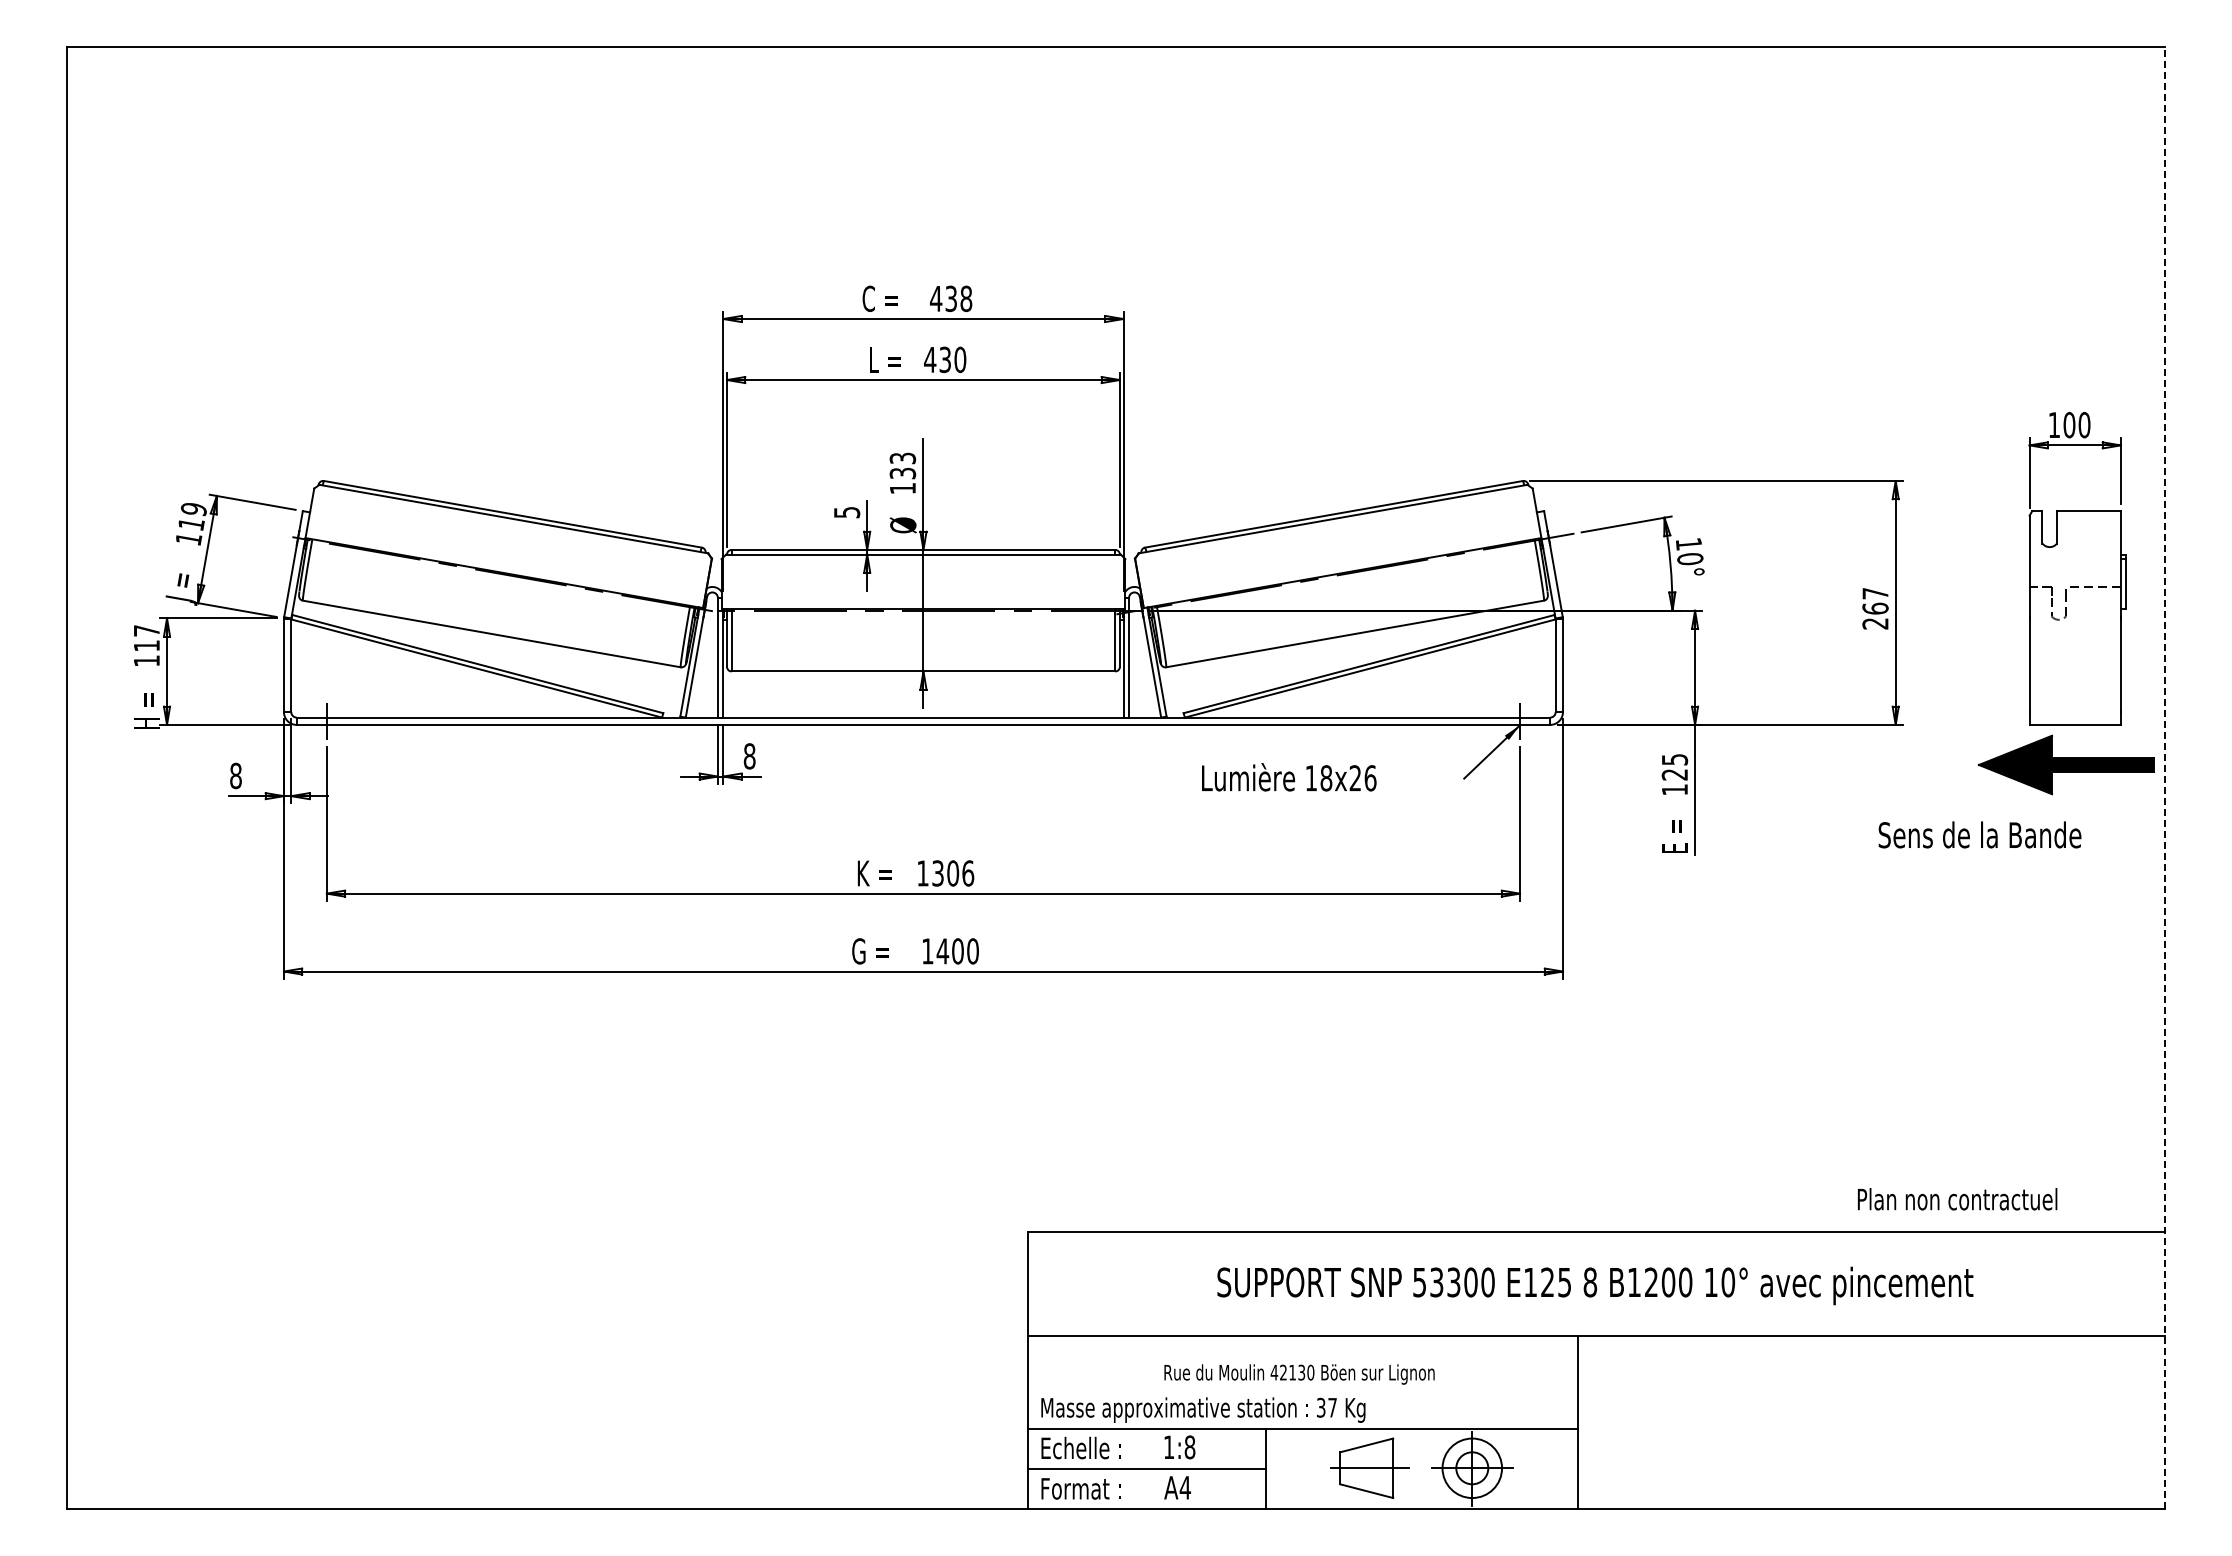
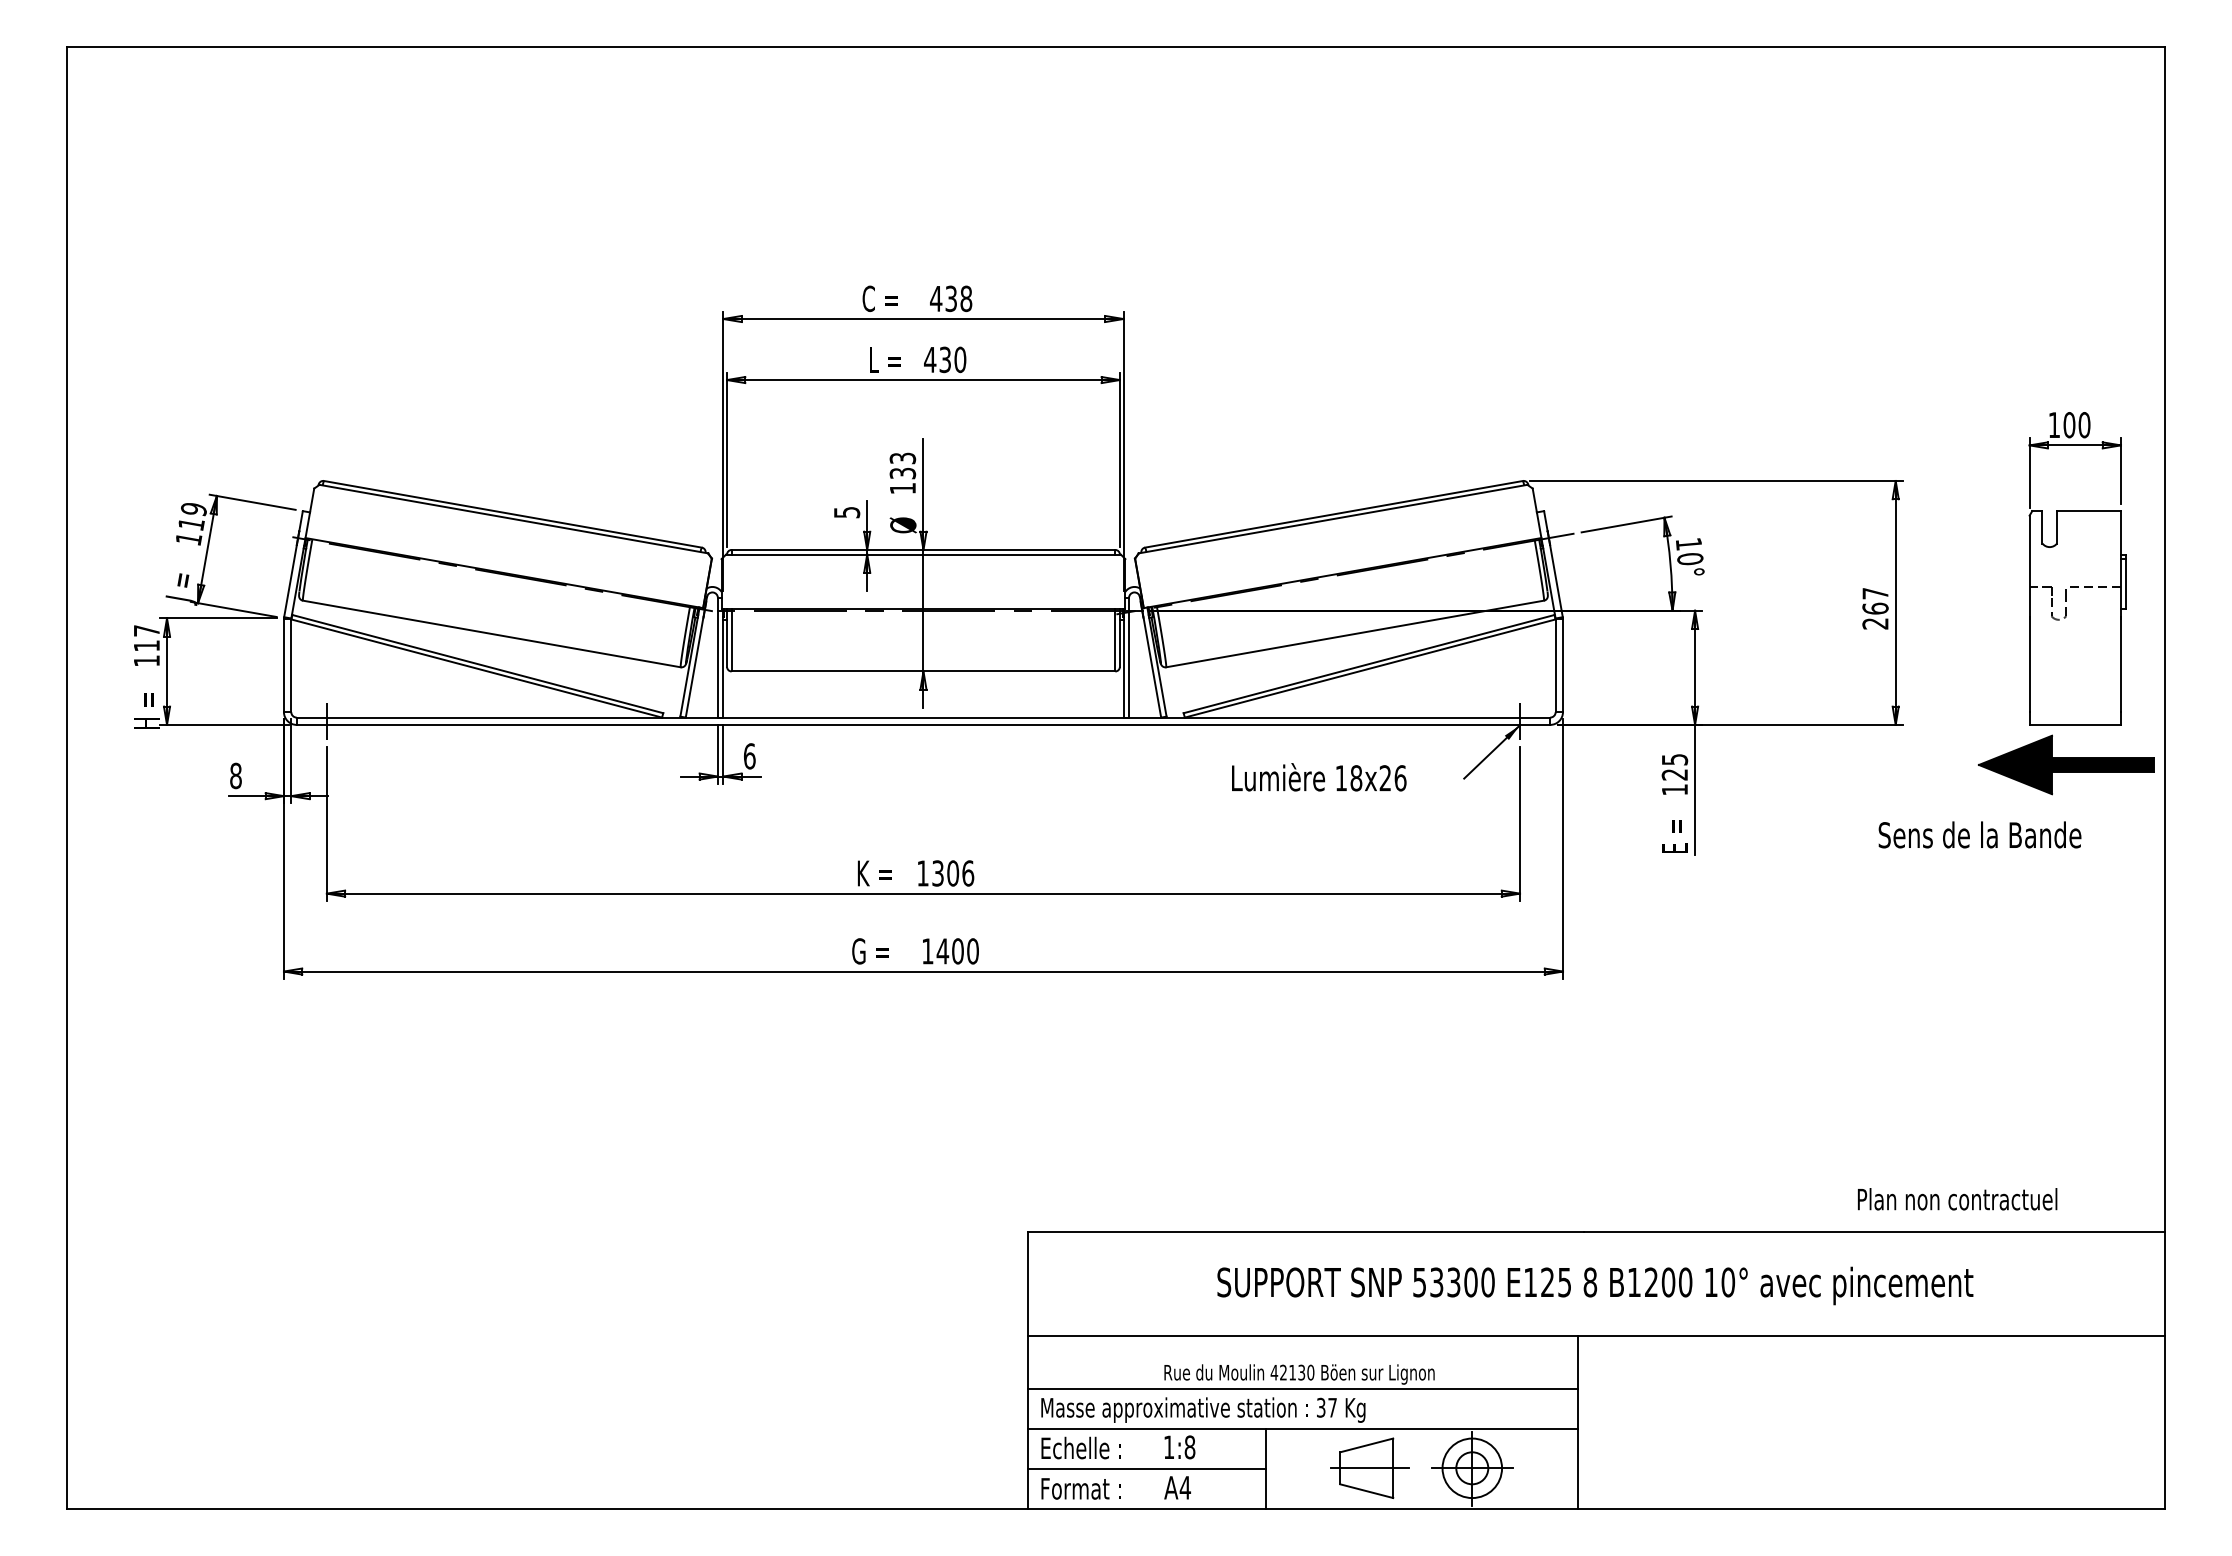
text at (749, 756): 8 -> 6
text at (1289, 777) position: (1289, 777) -> (1319, 777)
line at (2165, 777): dashed -> solid
line at (1302, 1388): none -> present
